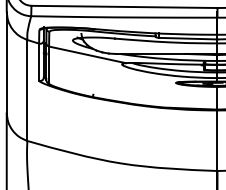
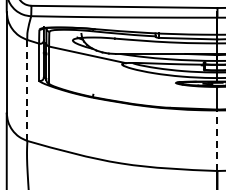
line at (27, 90): solid -> dashed
line at (217, 140): solid -> dashed
